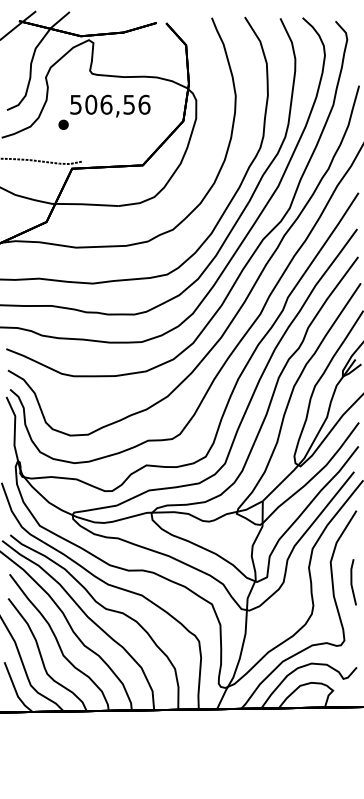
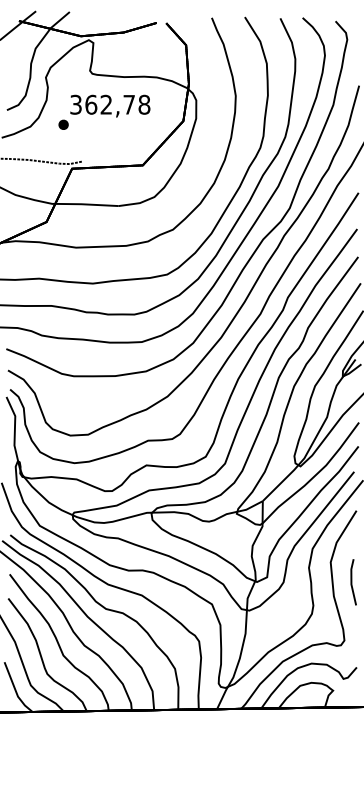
text at (110, 104): 506,56 -> 362,78
